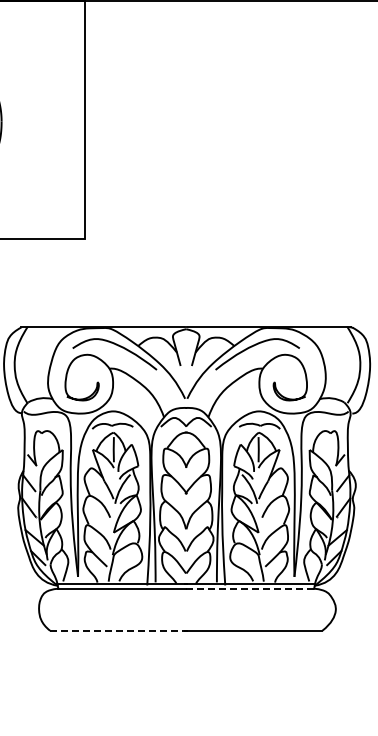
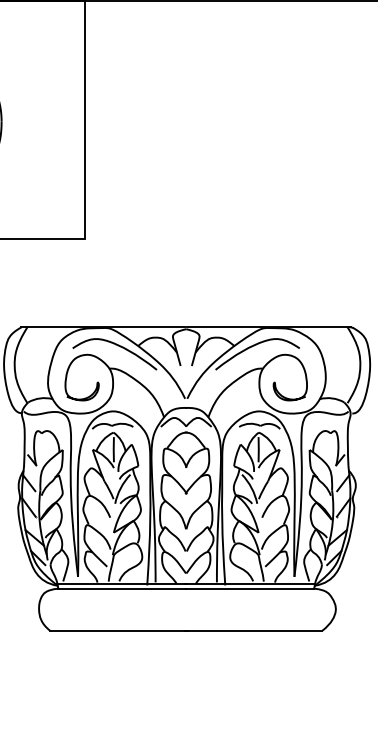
line at (250, 588): dashed -> solid
line at (118, 630): dashed -> solid
